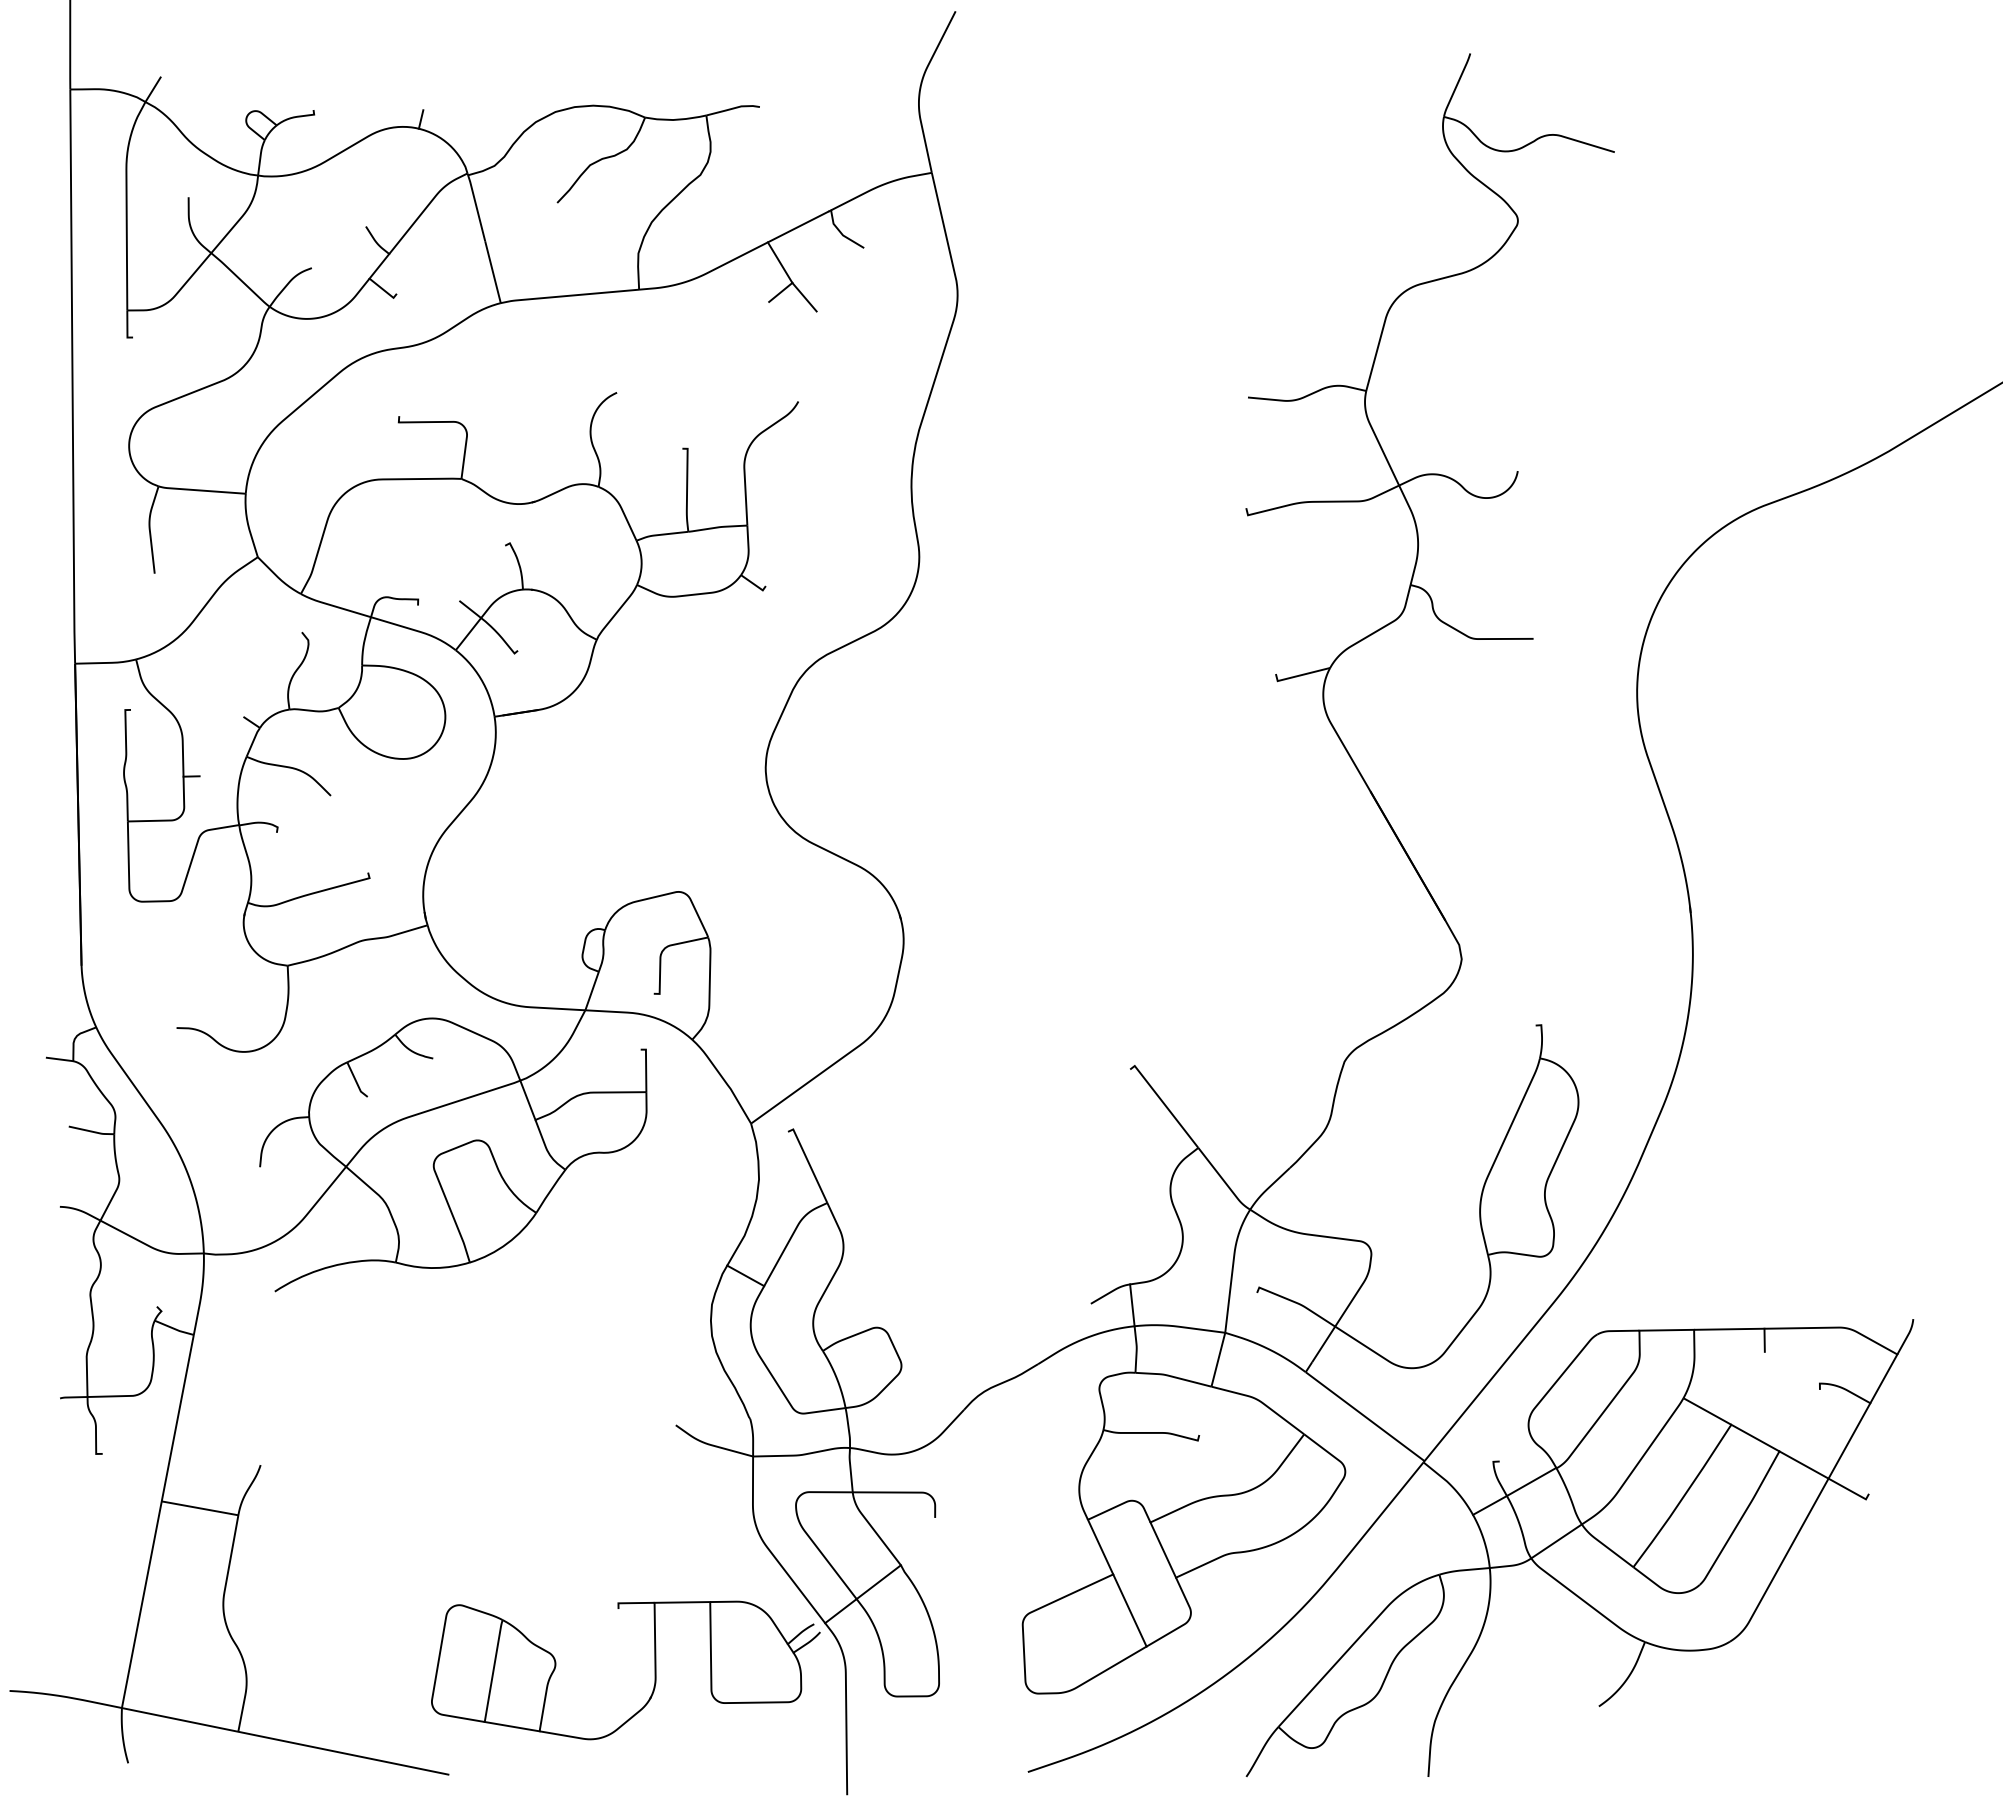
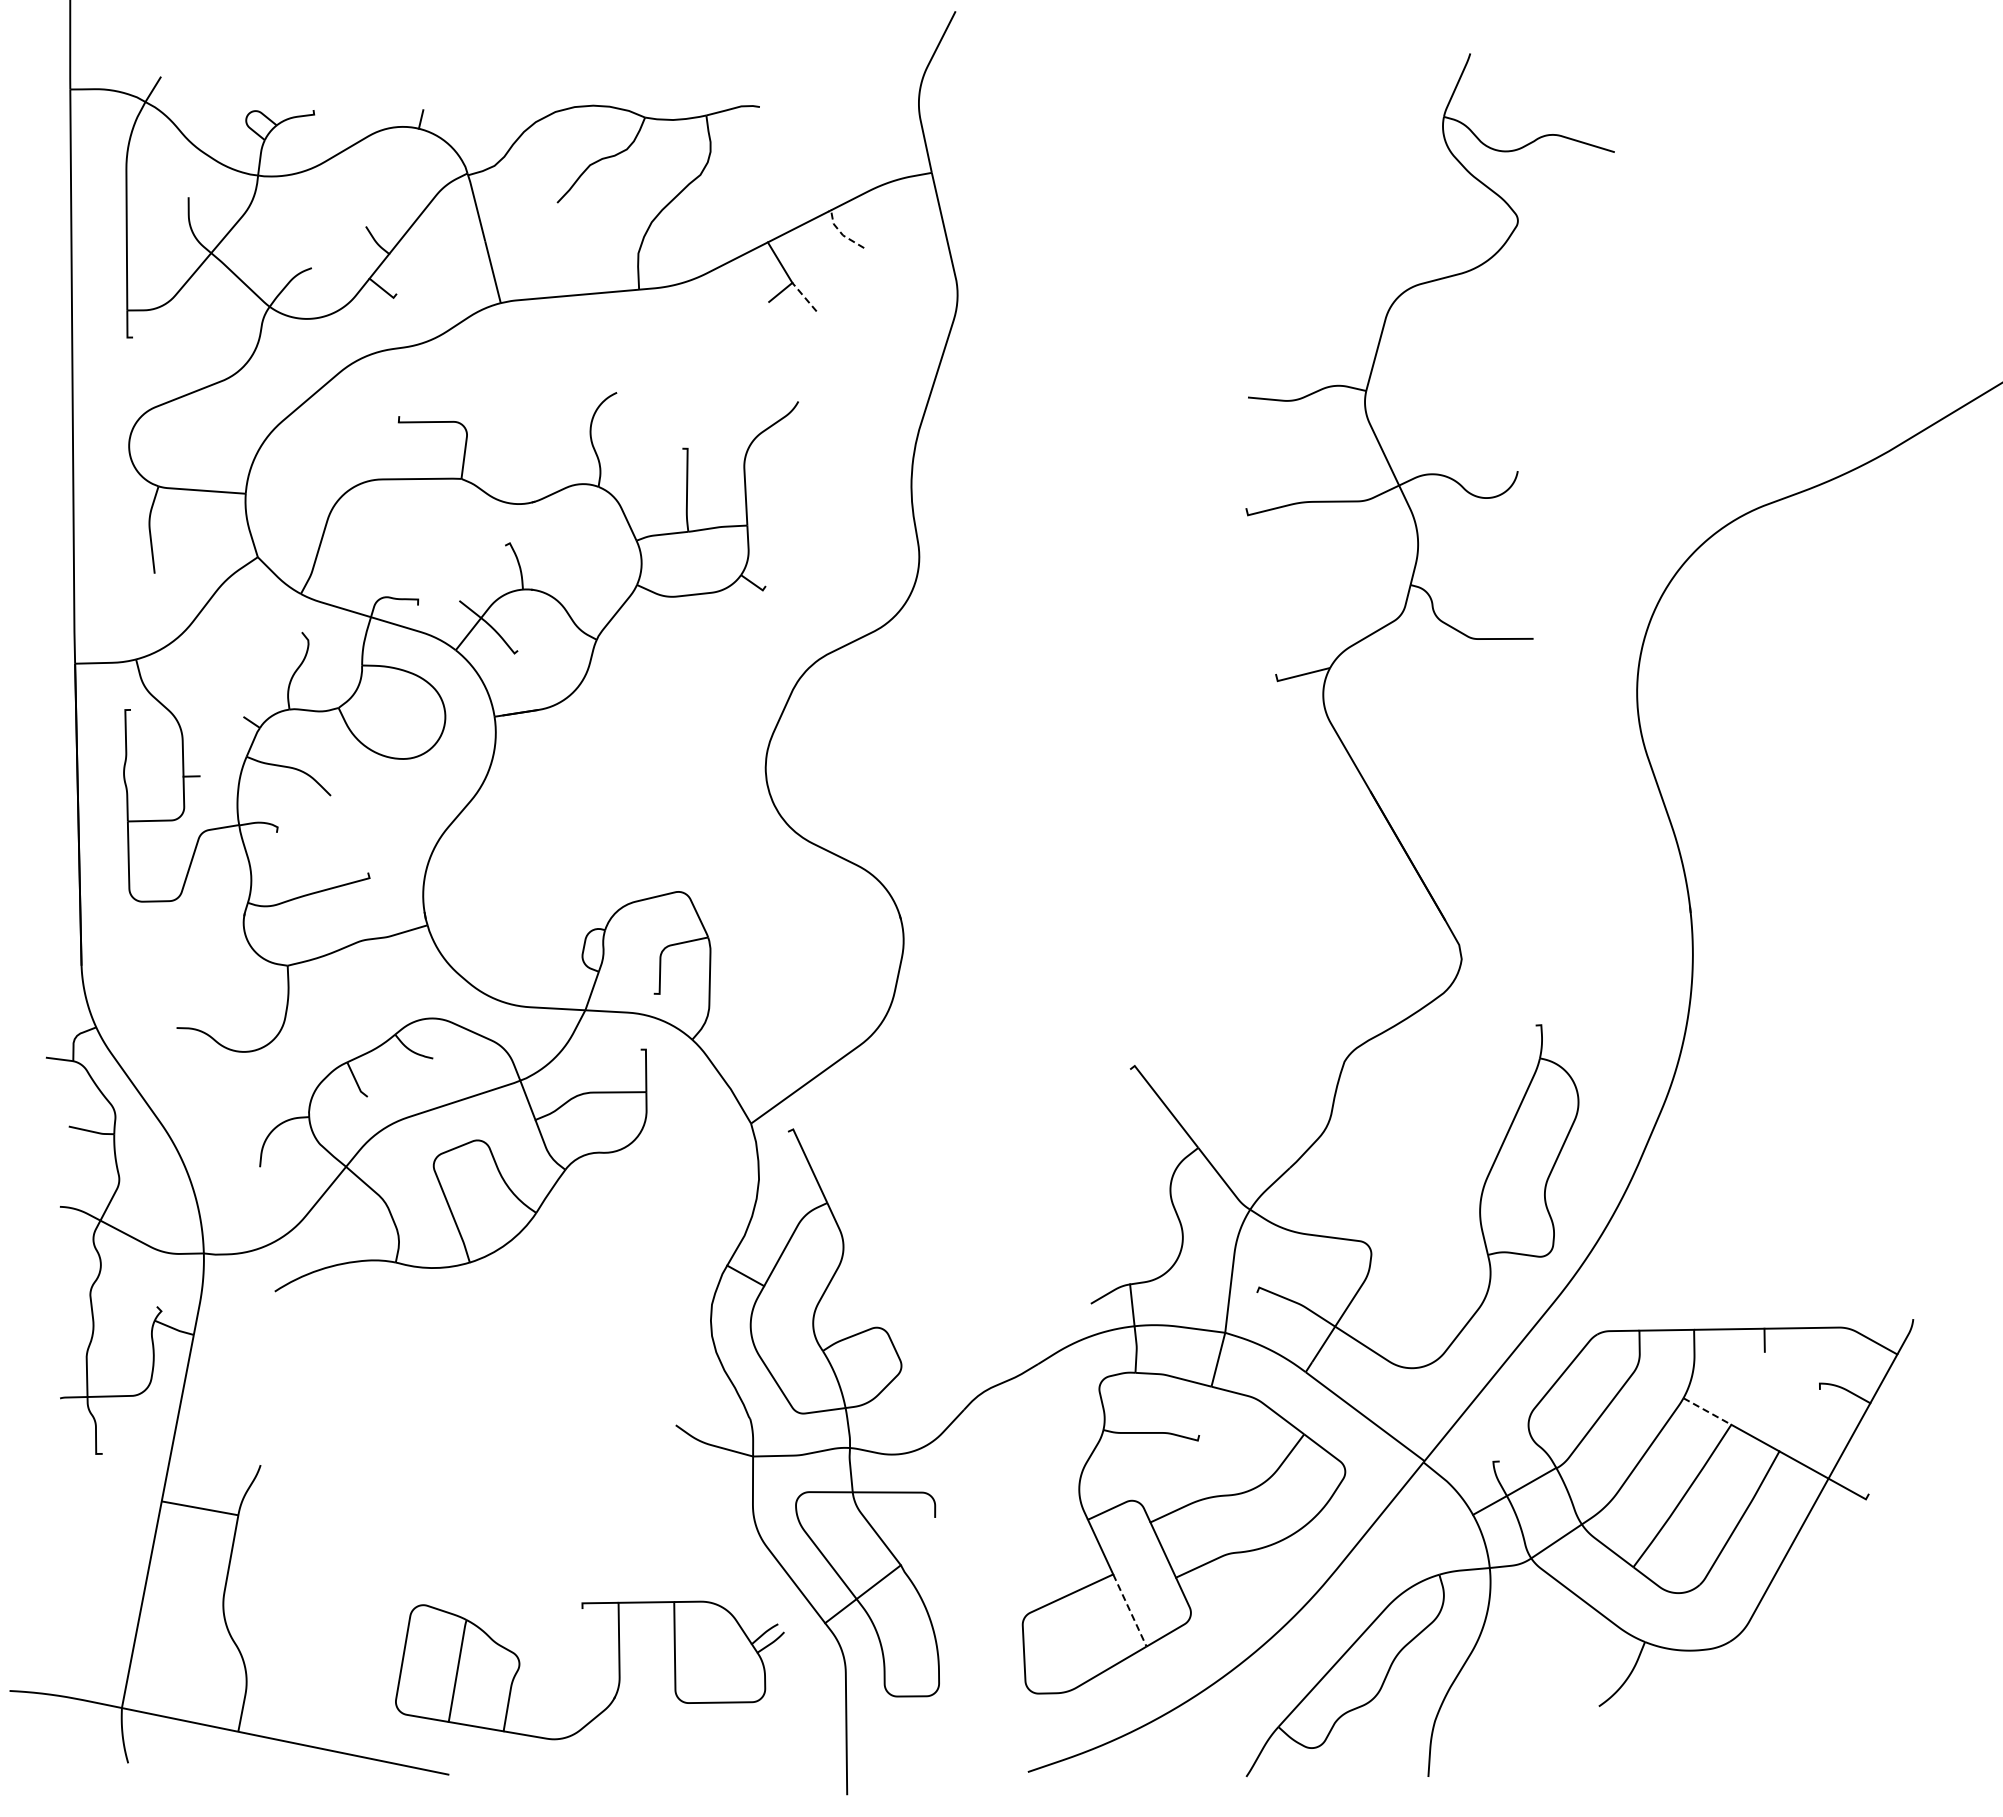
line at (841, 233): solid -> dashed
line at (804, 297): solid -> dashed
line at (1707, 1411): solid -> dashed
line at (1129, 1610): solid -> dashed
part at (654, 1670) position: (654, 1670) -> (618, 1670)
